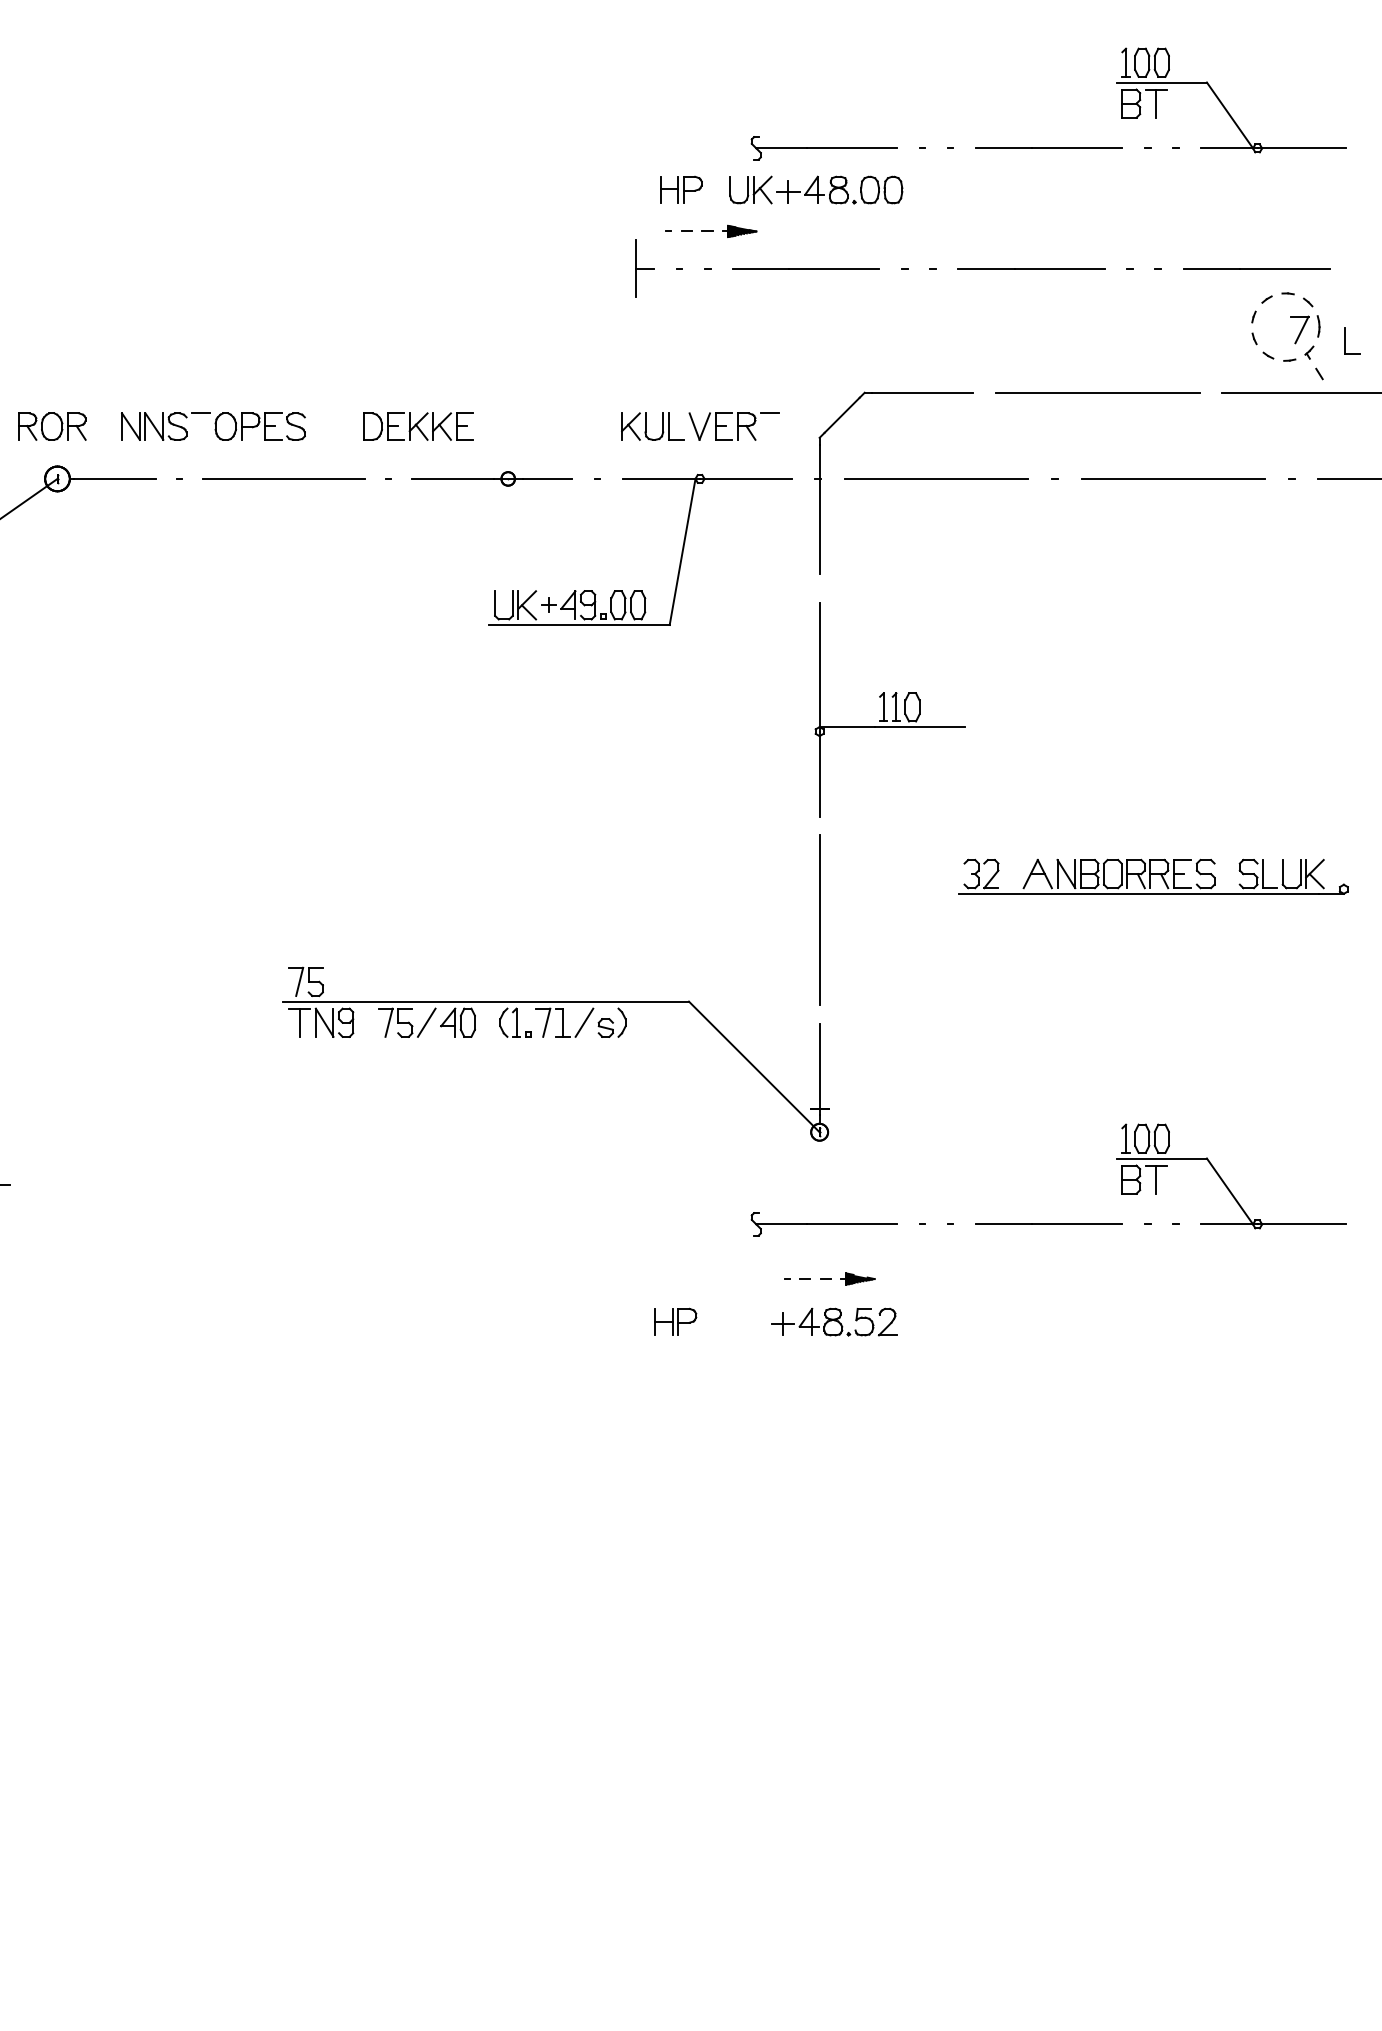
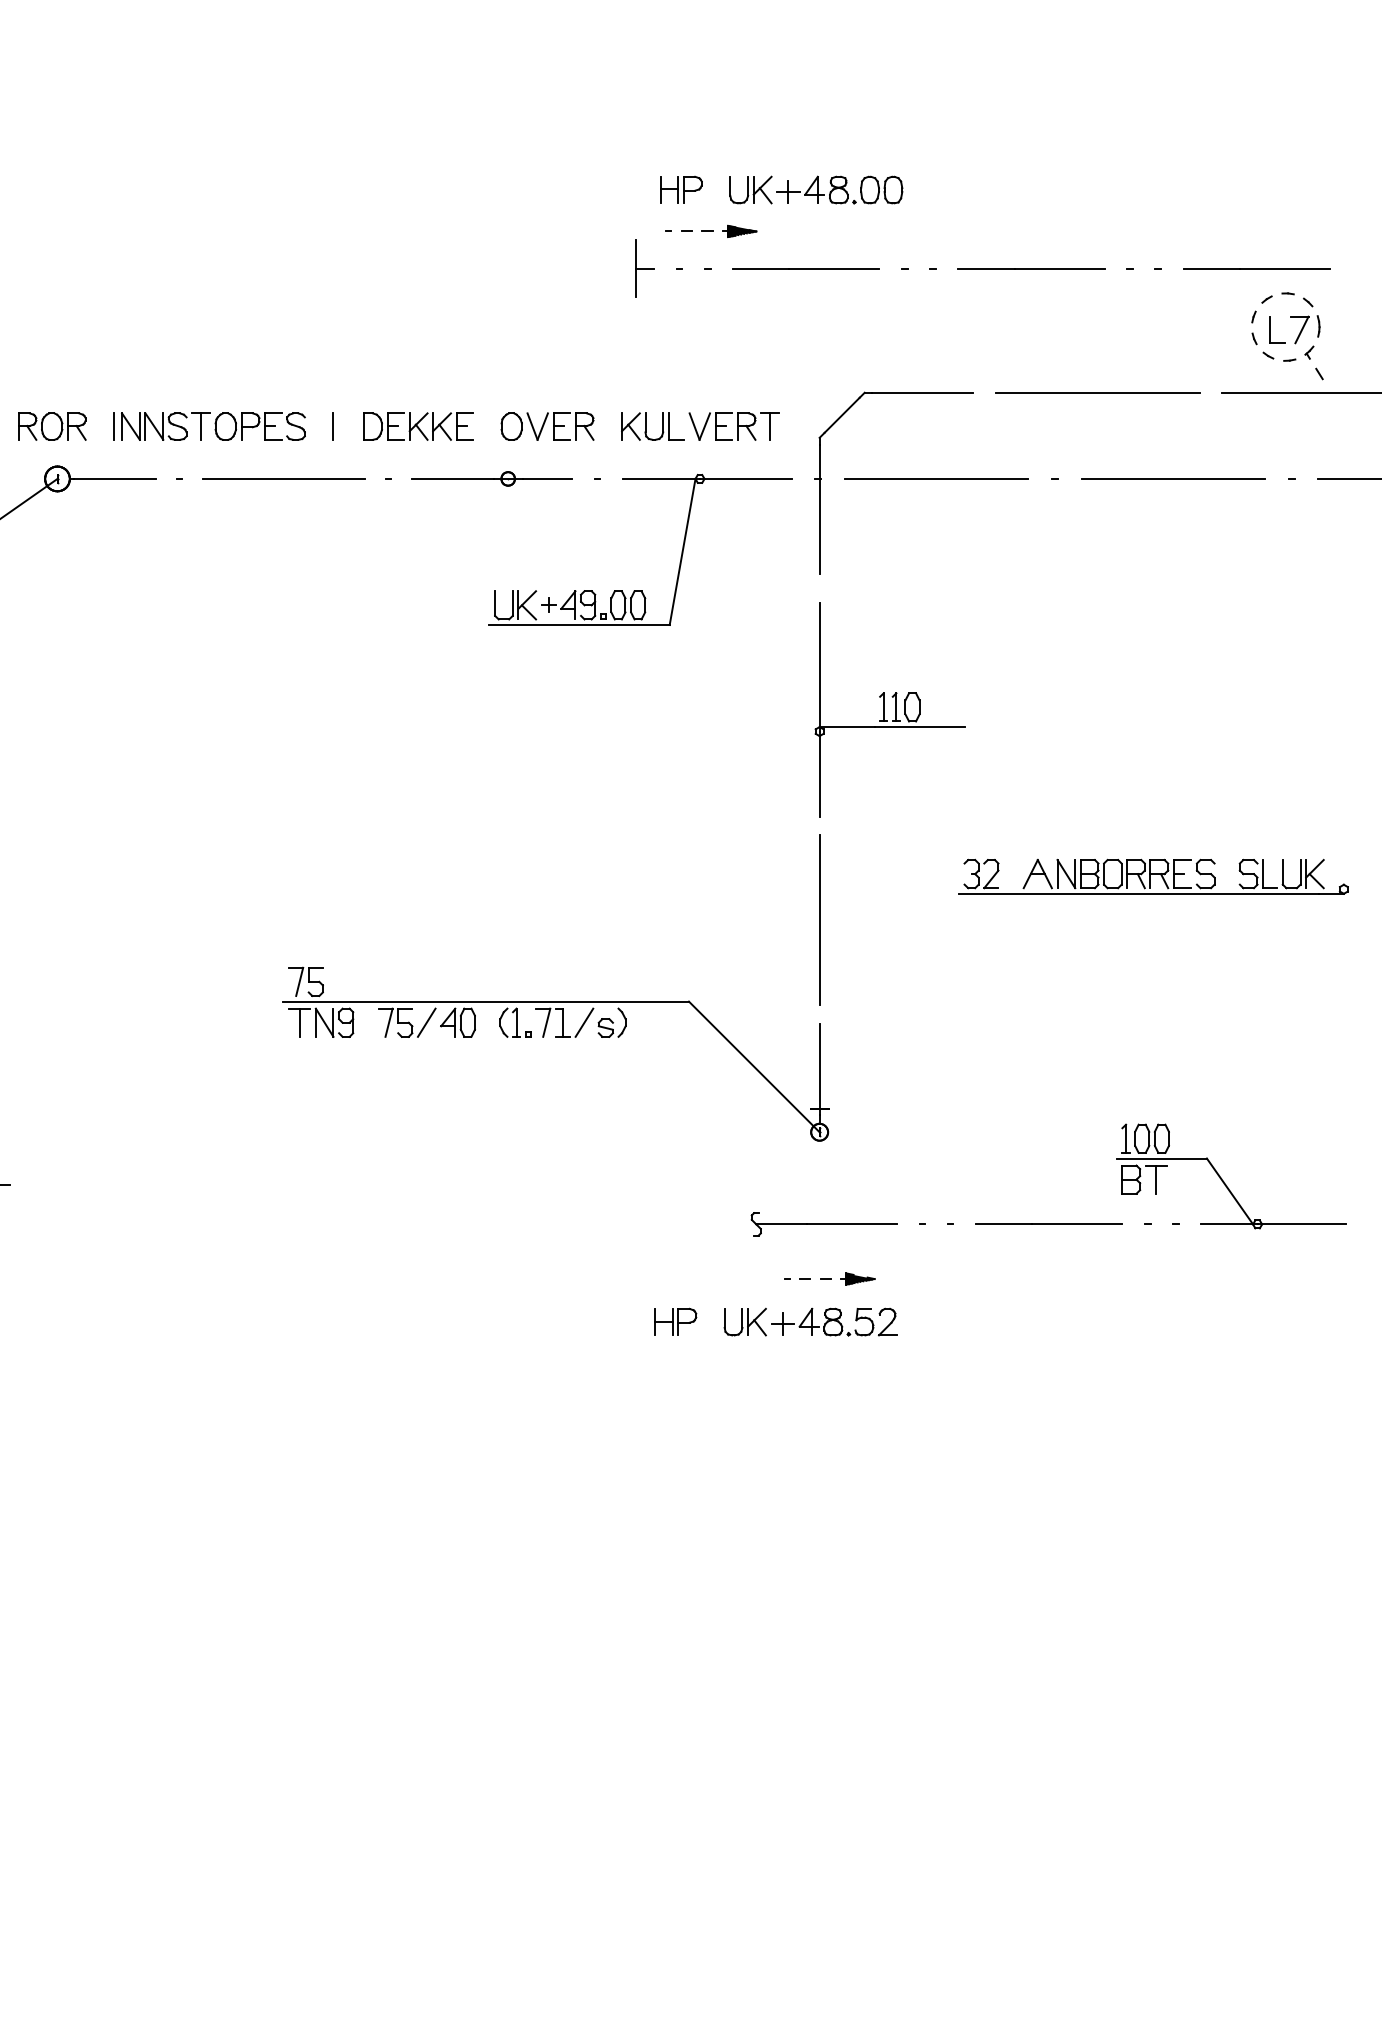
part at (1048, 147): present -> none
part at (1345, 340) position: (1345, 340) -> (1270, 329)
line at (114, 426): none -> present
line at (200, 426): none -> present
line at (333, 426): none -> present
part at (547, 426): none -> present
line at (769, 426): none -> present
part at (744, 1321): none -> present
